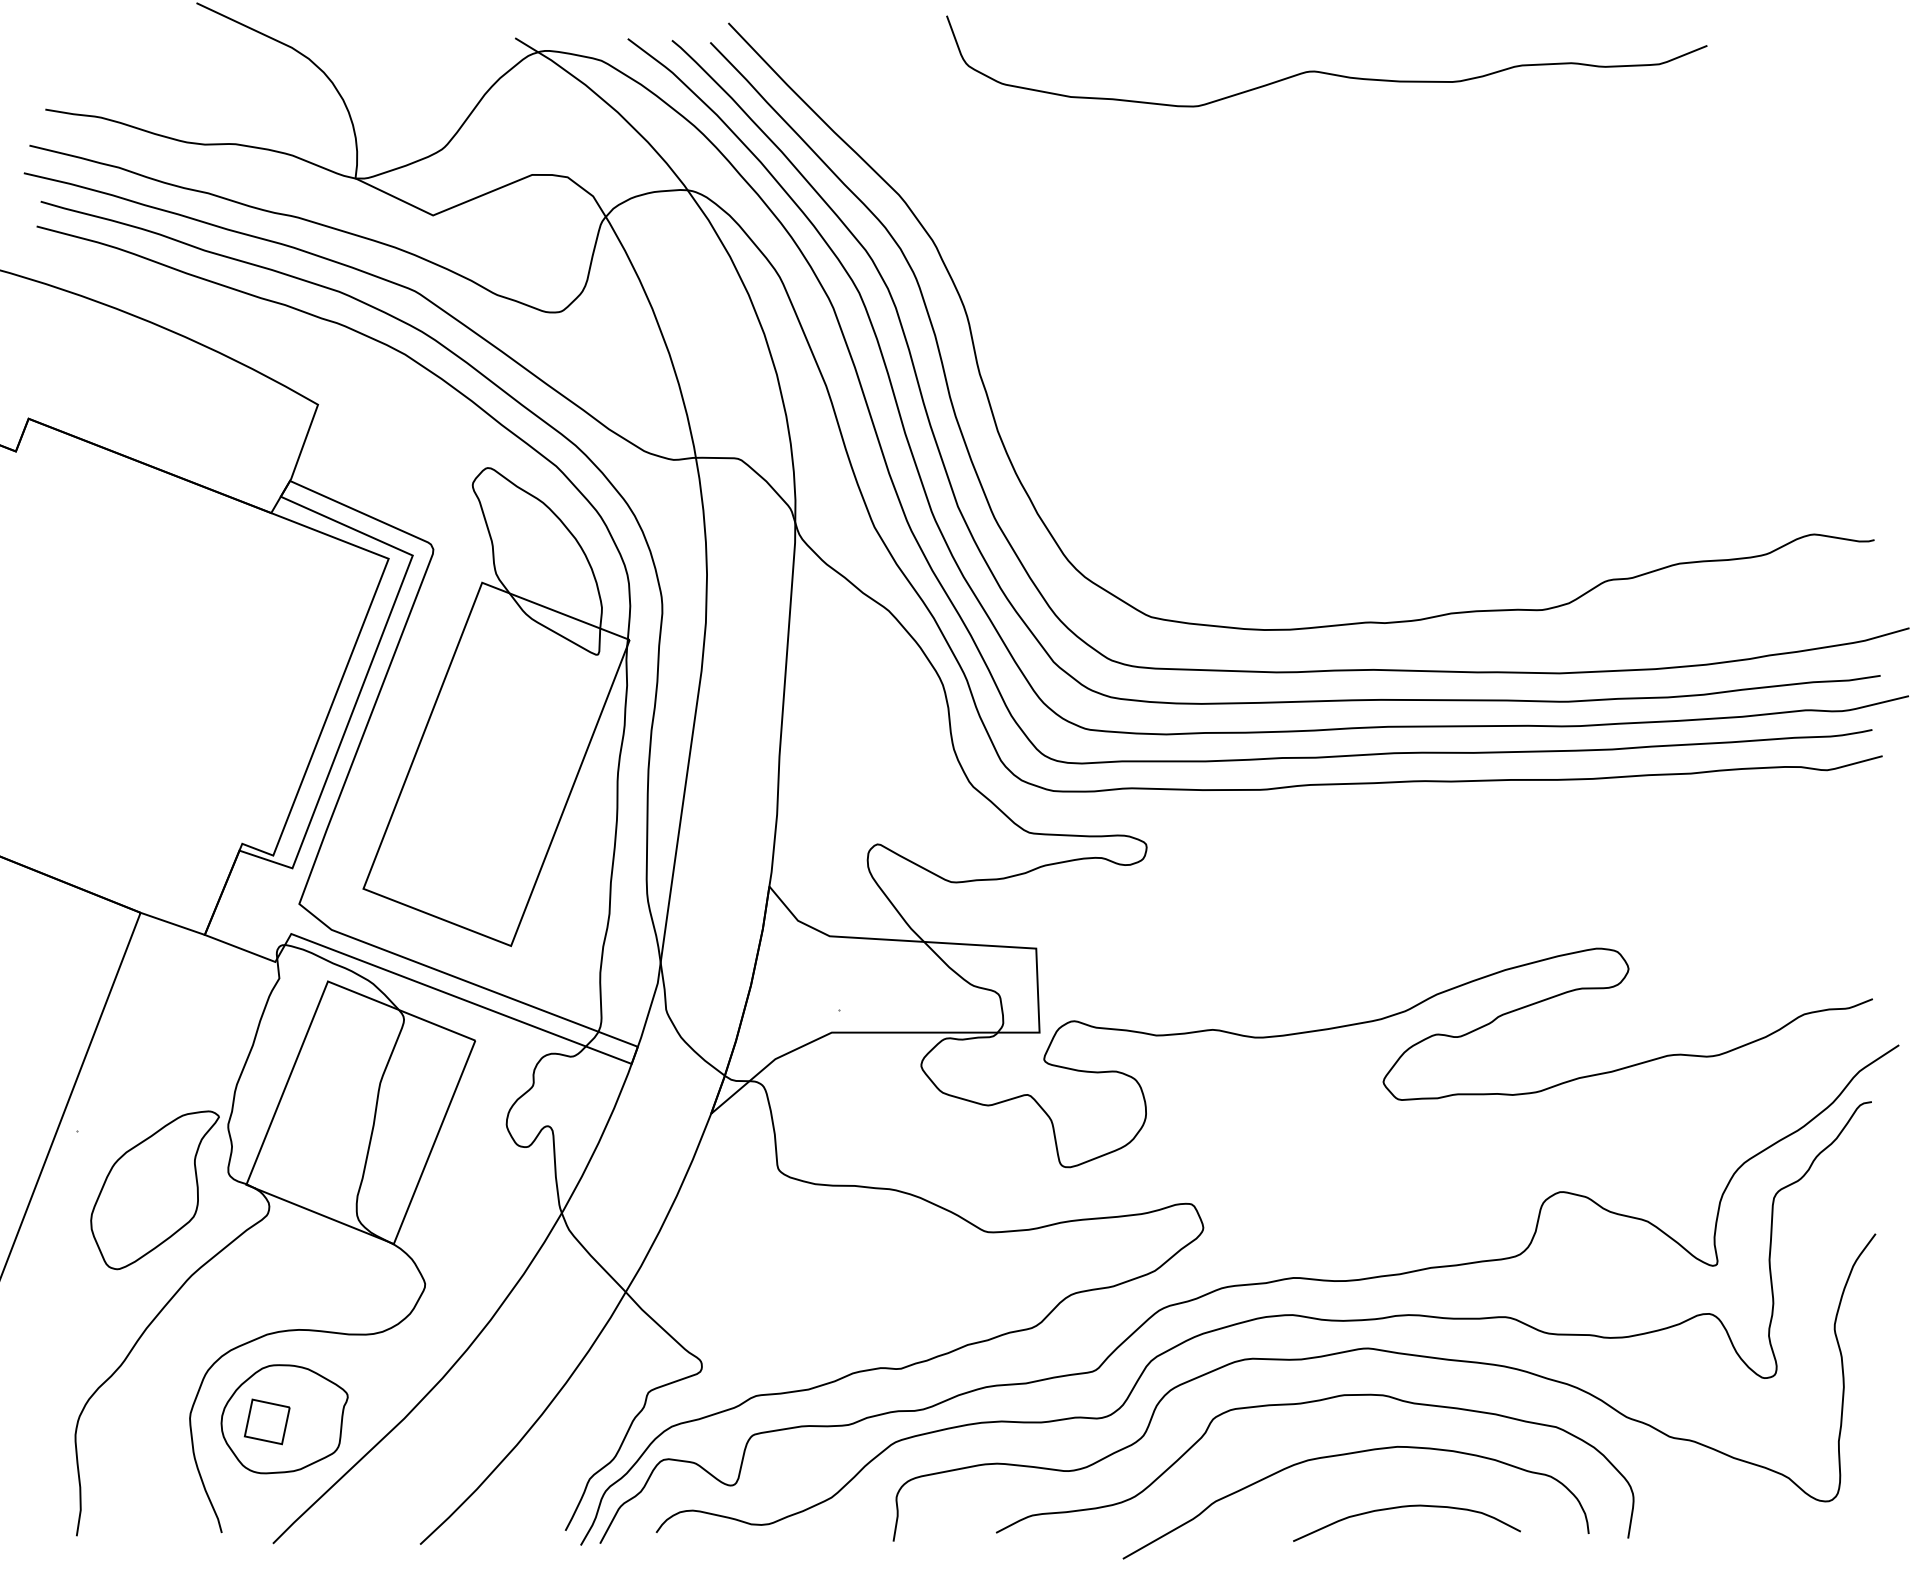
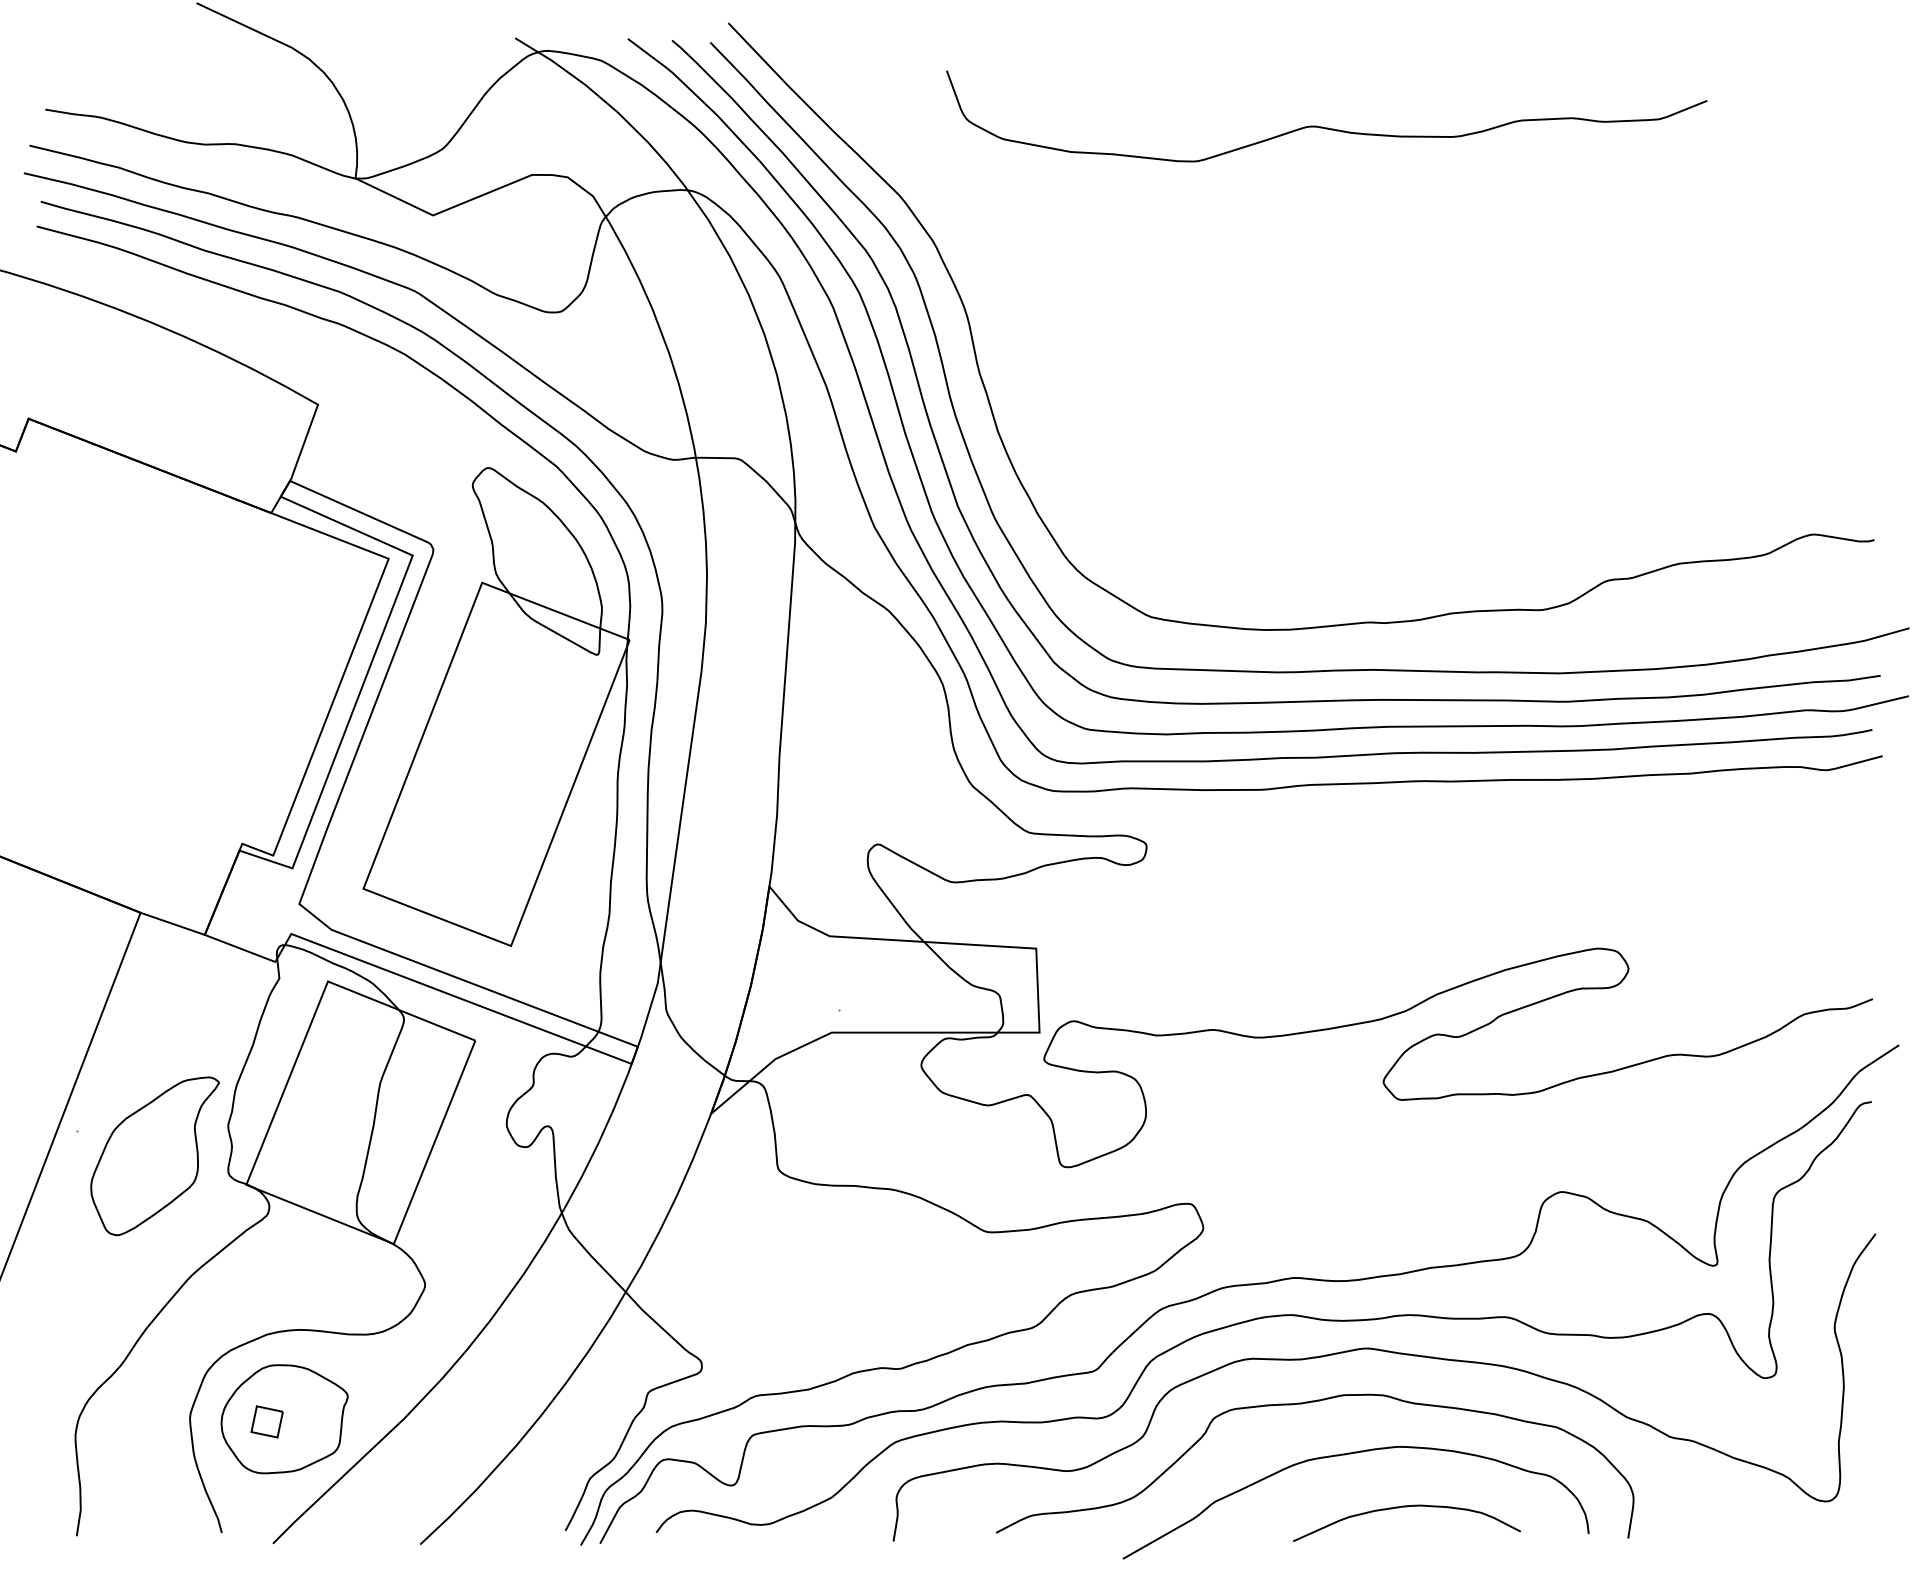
curve at (1322, 71) position: (1322, 71) -> (1322, 126)
part at (154, 1190) position: (154, 1190) -> (154, 1156)
part at (266, 1421) size: 48x48 px -> 34x34 px
